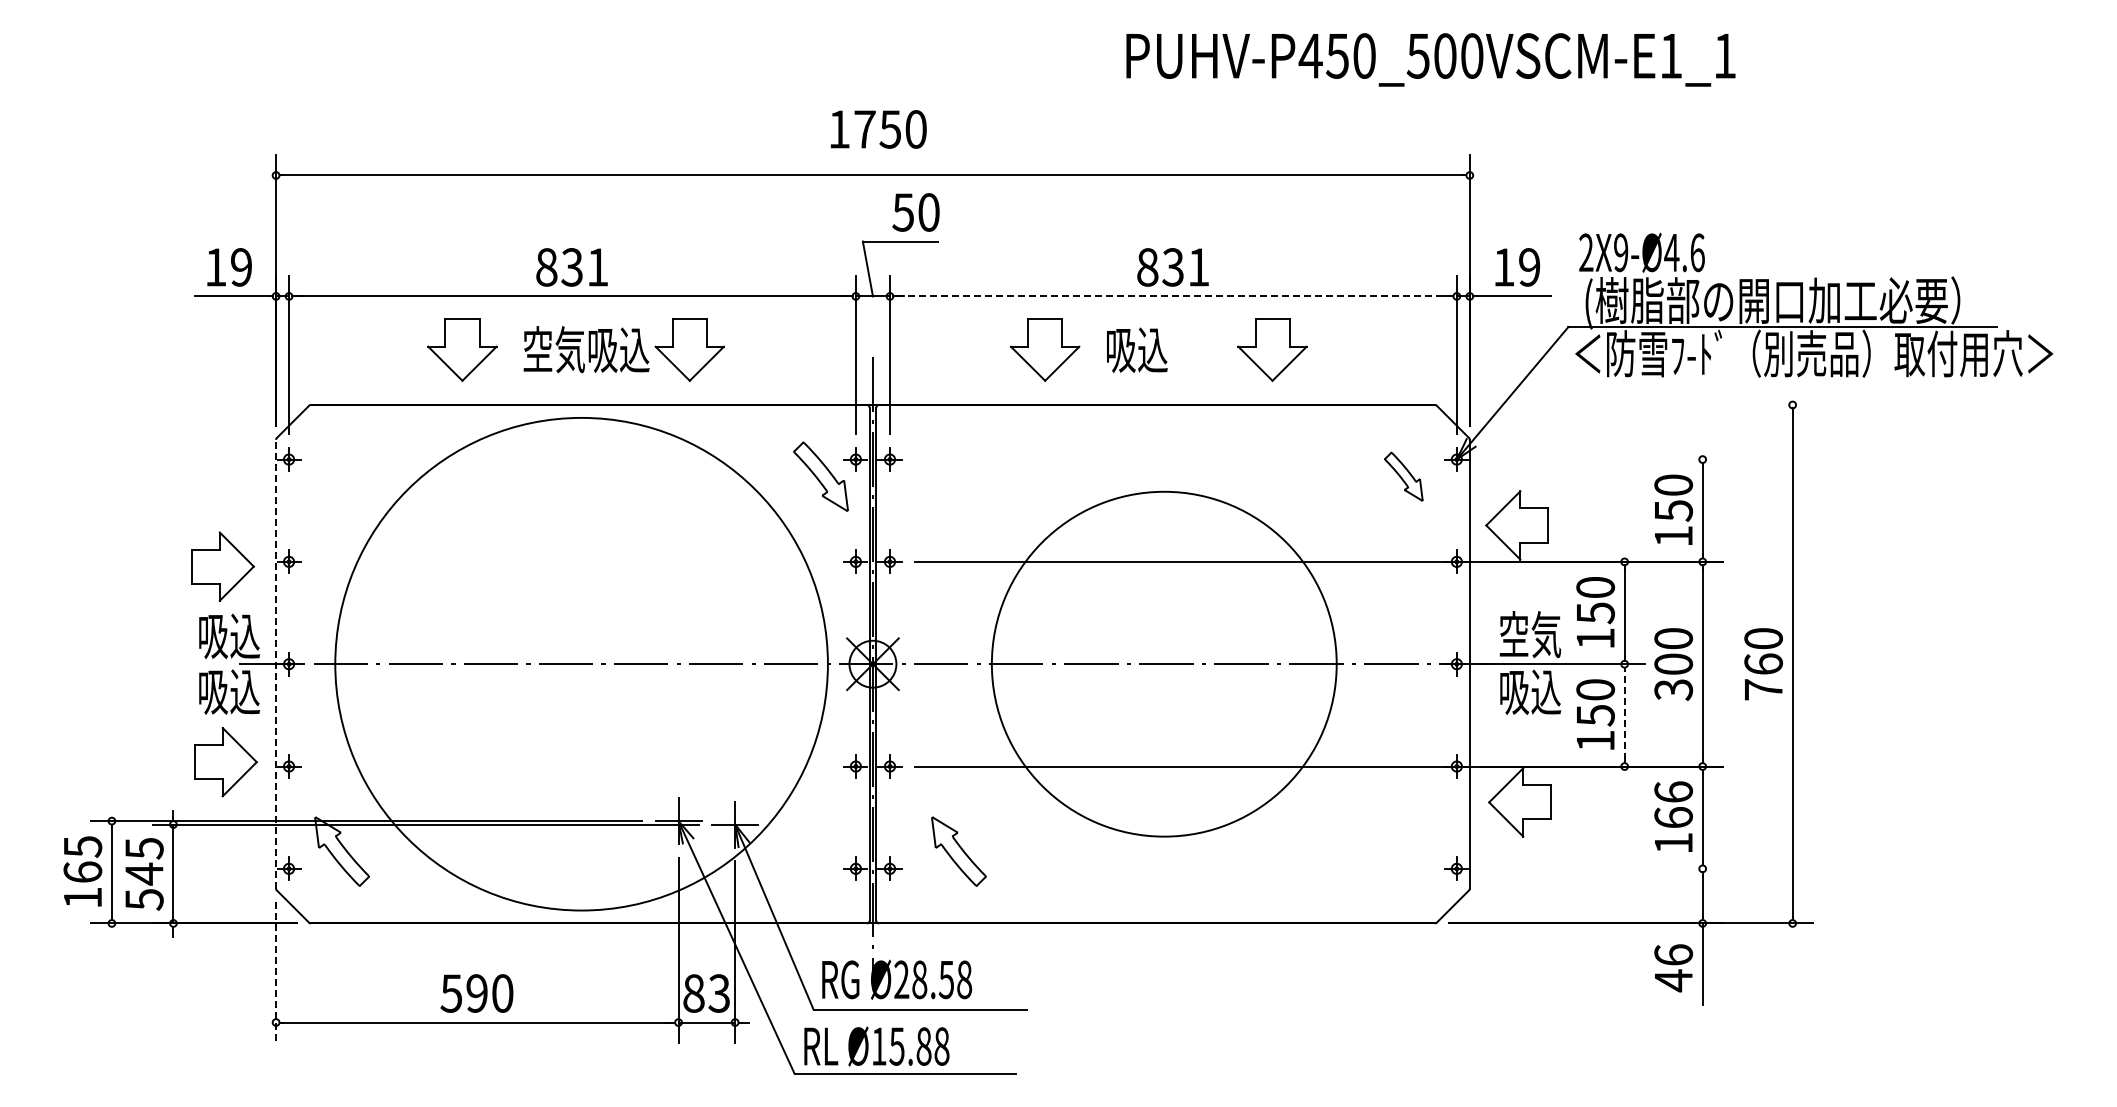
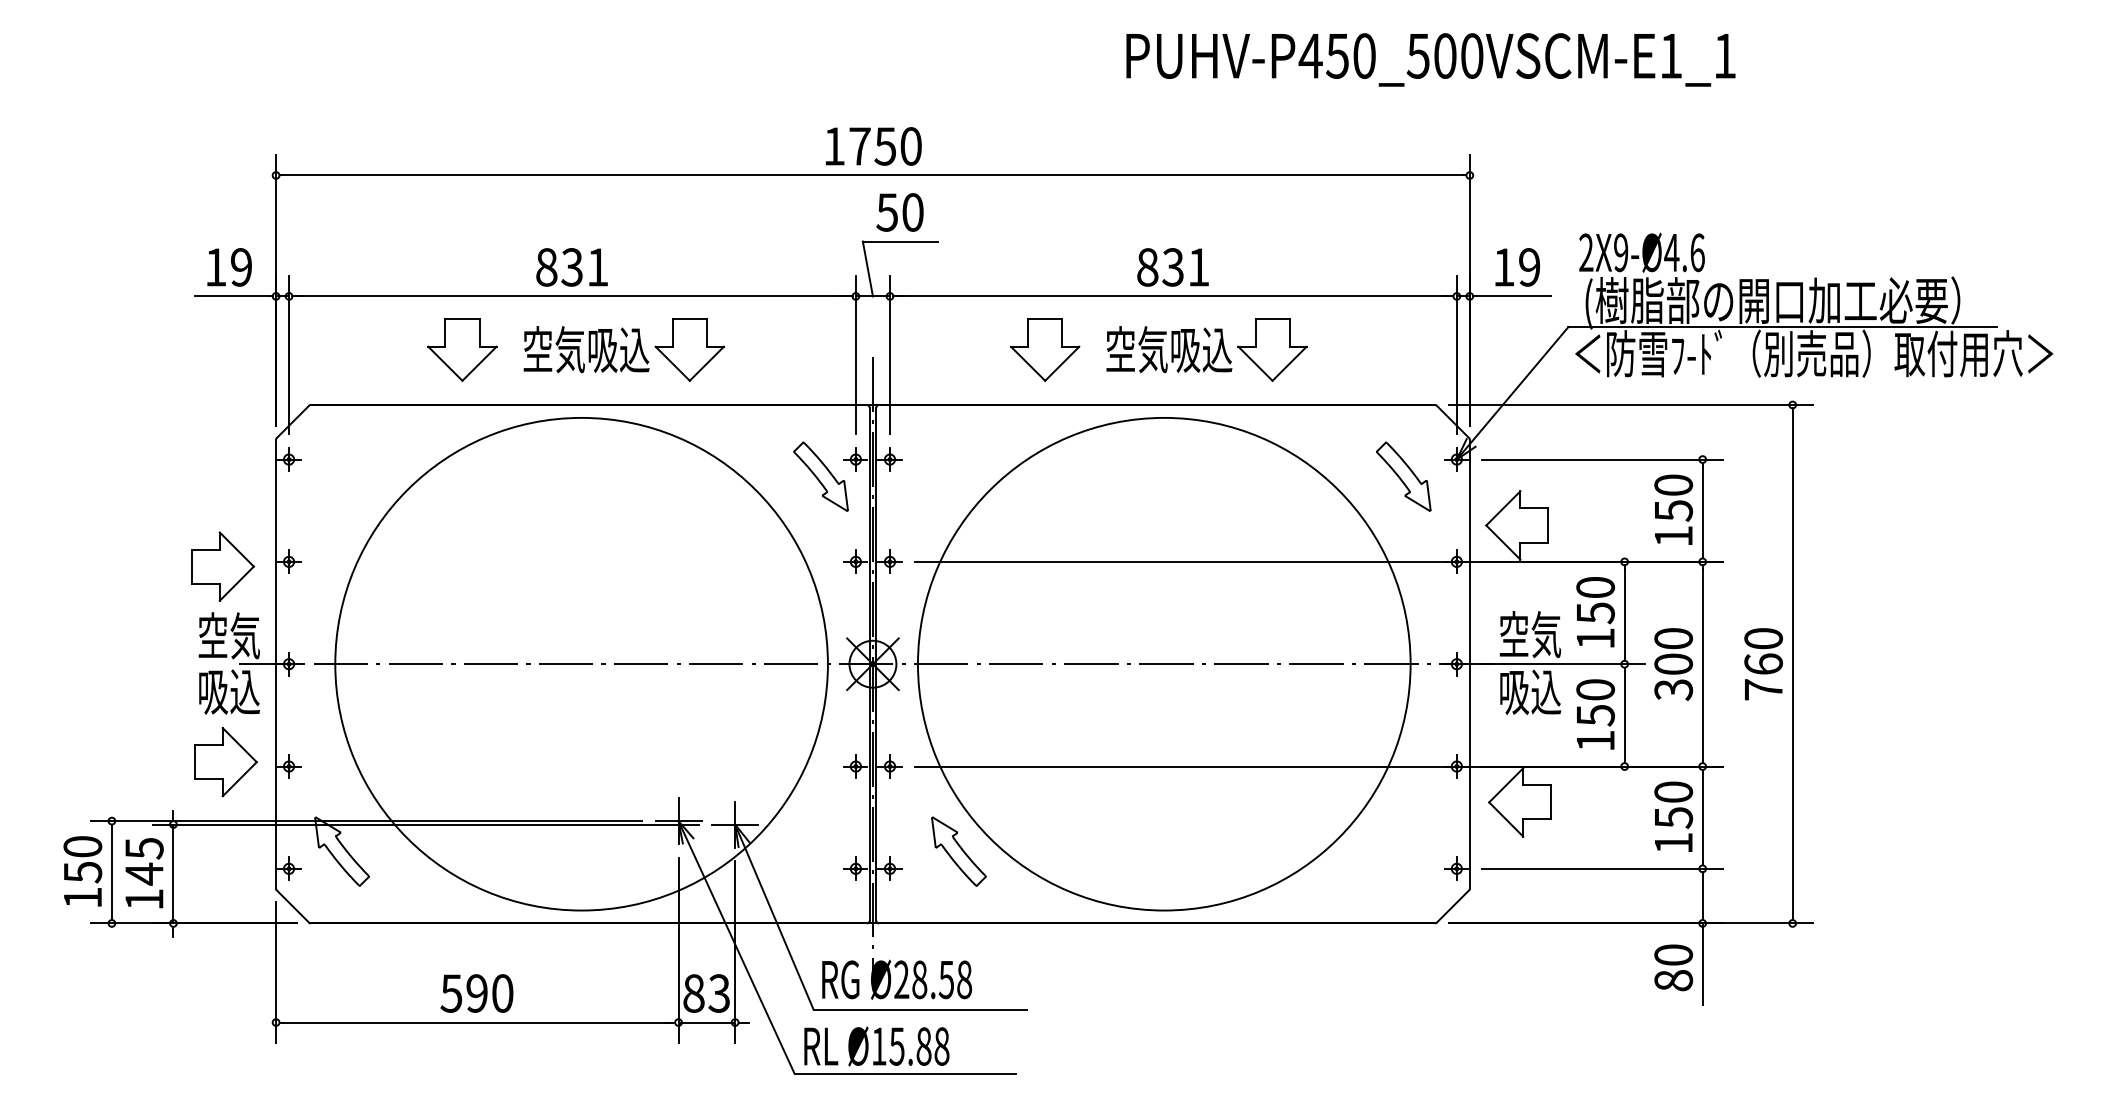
text at (878, 129) position: (878, 129) -> (873, 146)
text at (915, 212) position: (915, 212) -> (899, 212)
line at (1173, 296): dashed -> solid
text at (1169, 349): 吸込 -> 空気吸込
line at (1630, 405): none -> present
line at (1602, 459): none -> present
part at (1403, 476) size: 40x51 px -> 56x71 px
text at (229, 635): 吸込 -> 空気
line at (276, 663): dashed -> solid
circle at (1163, 663) diameter: 345 px -> 493 px
line at (1624, 714): dashed -> solid
text at (1673, 804): 166 -> 150
text at (82, 859): 165 -> 150
line at (1602, 868): none -> present
text at (144, 899): 545 -> 145
text at (1673, 968): 46 -> 80
line at (276, 973): dashed -> solid
